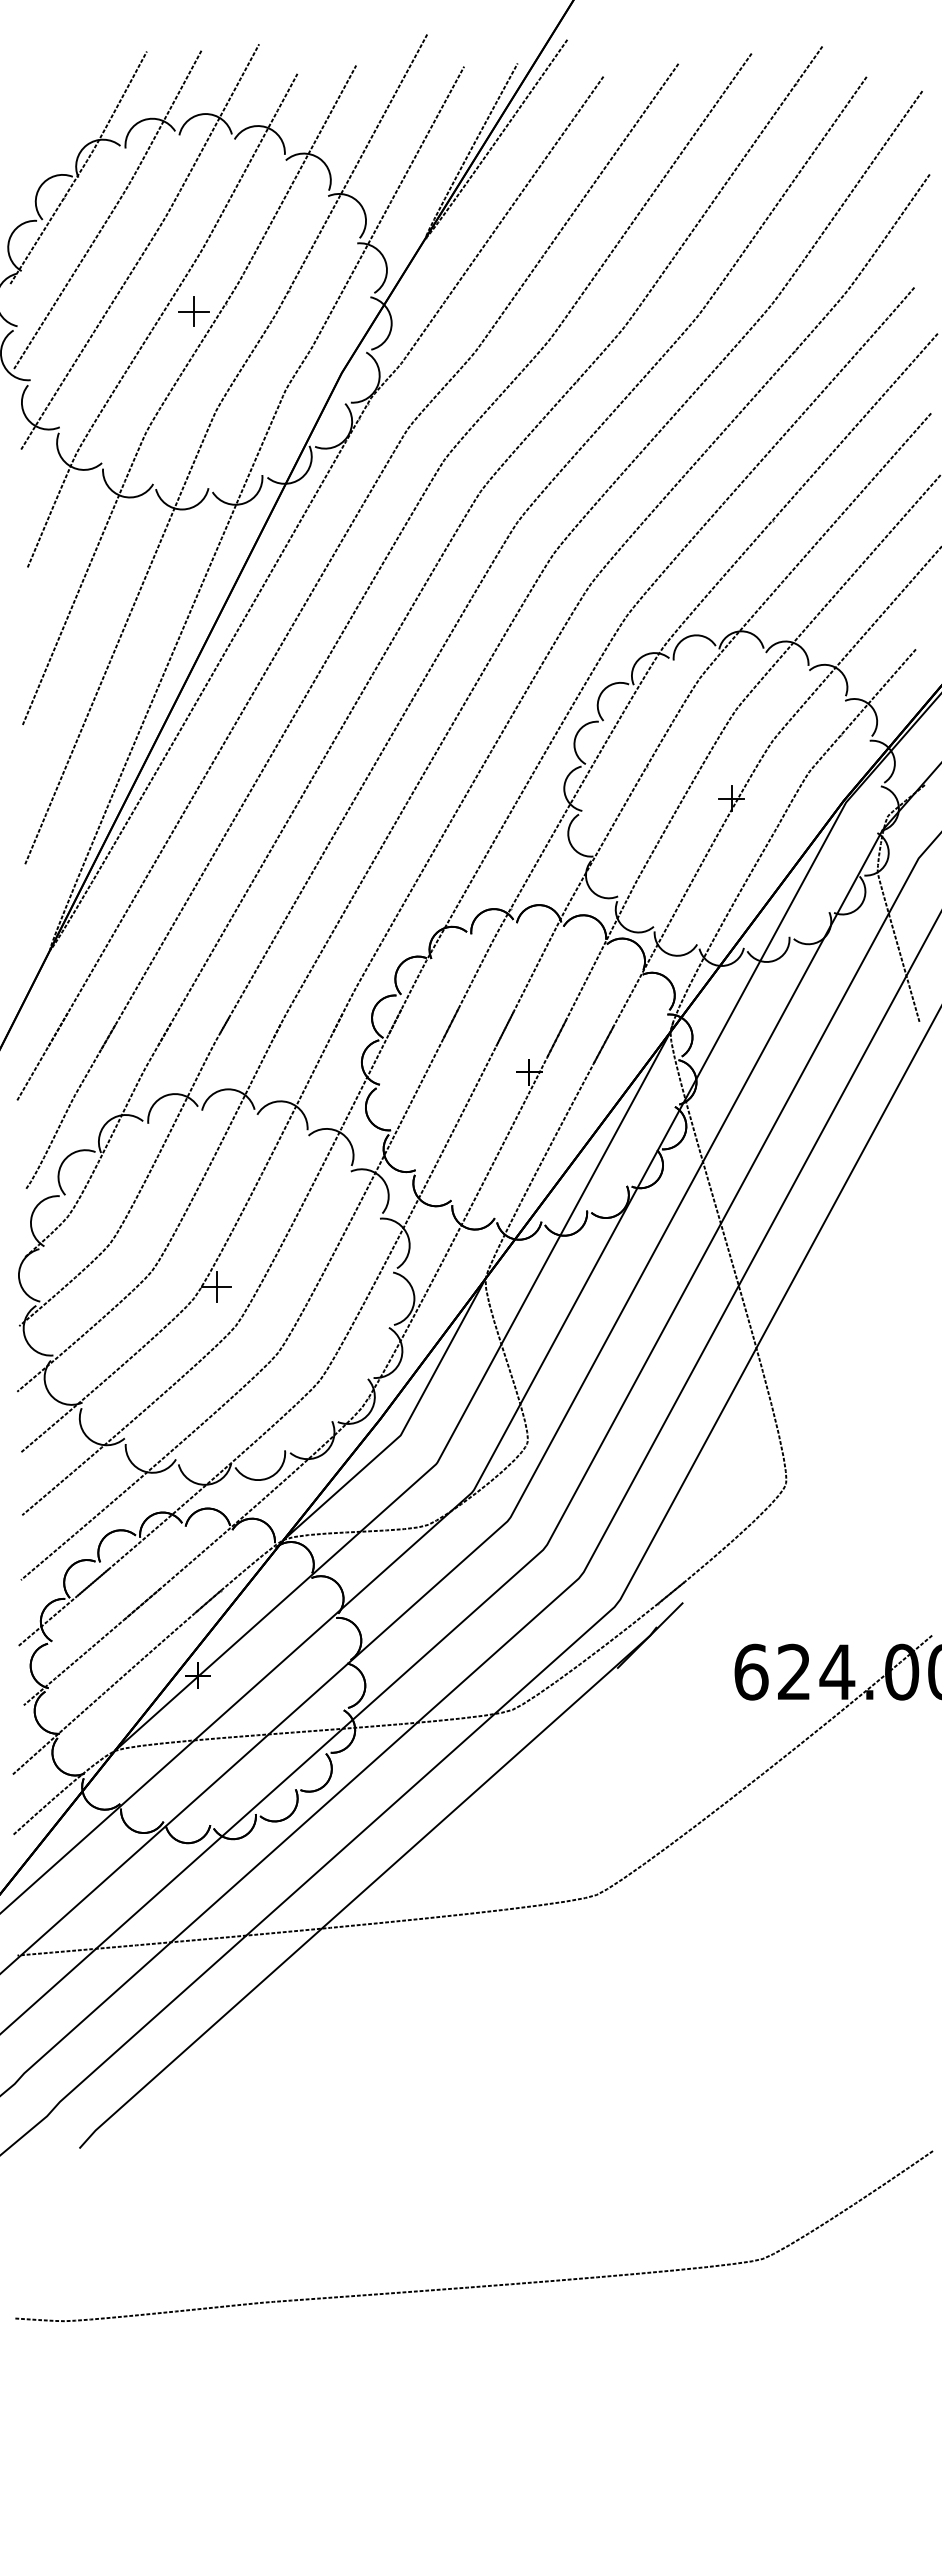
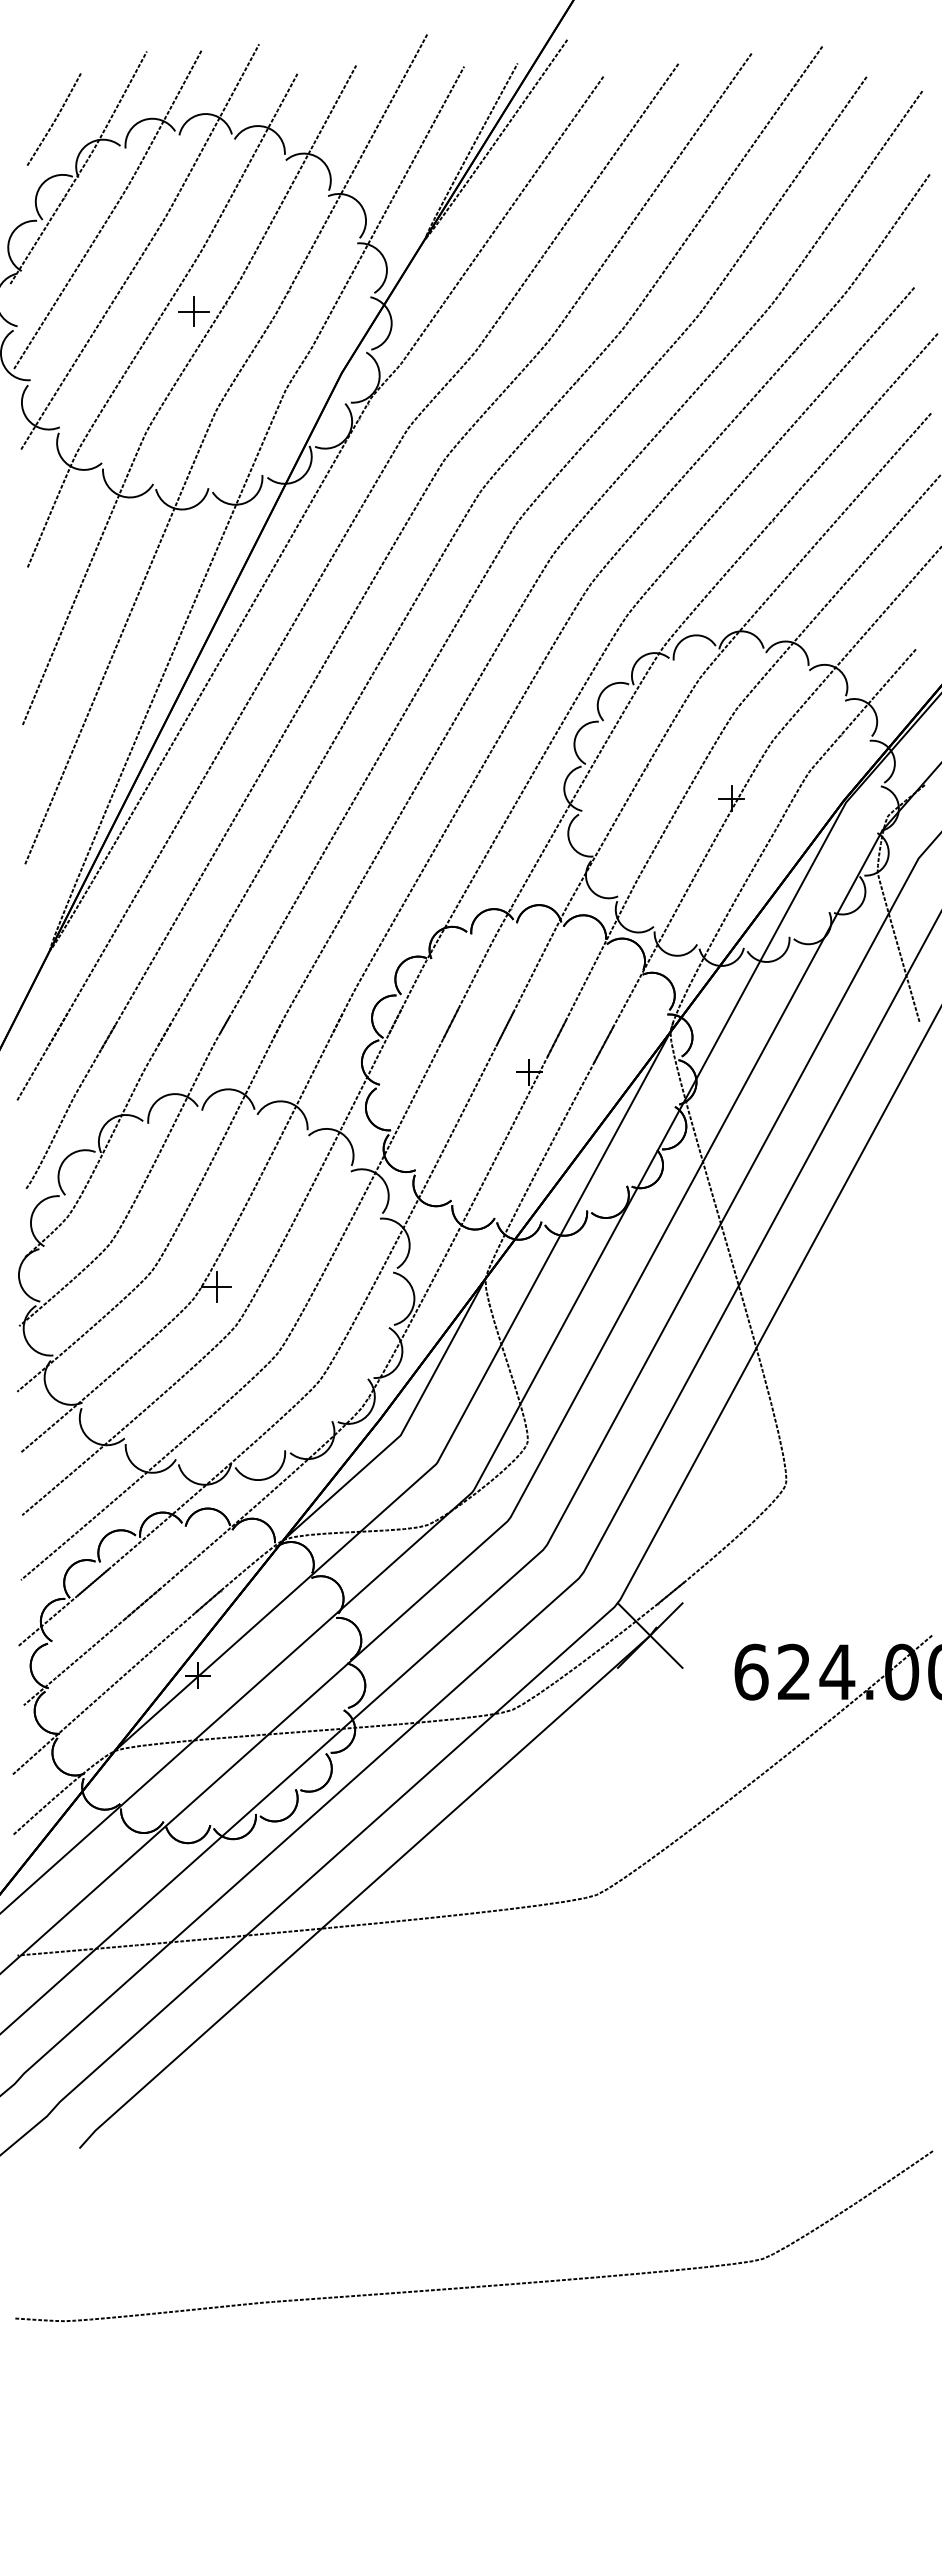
curve at (54, 119): none -> present
line at (649, 1635): none -> present
